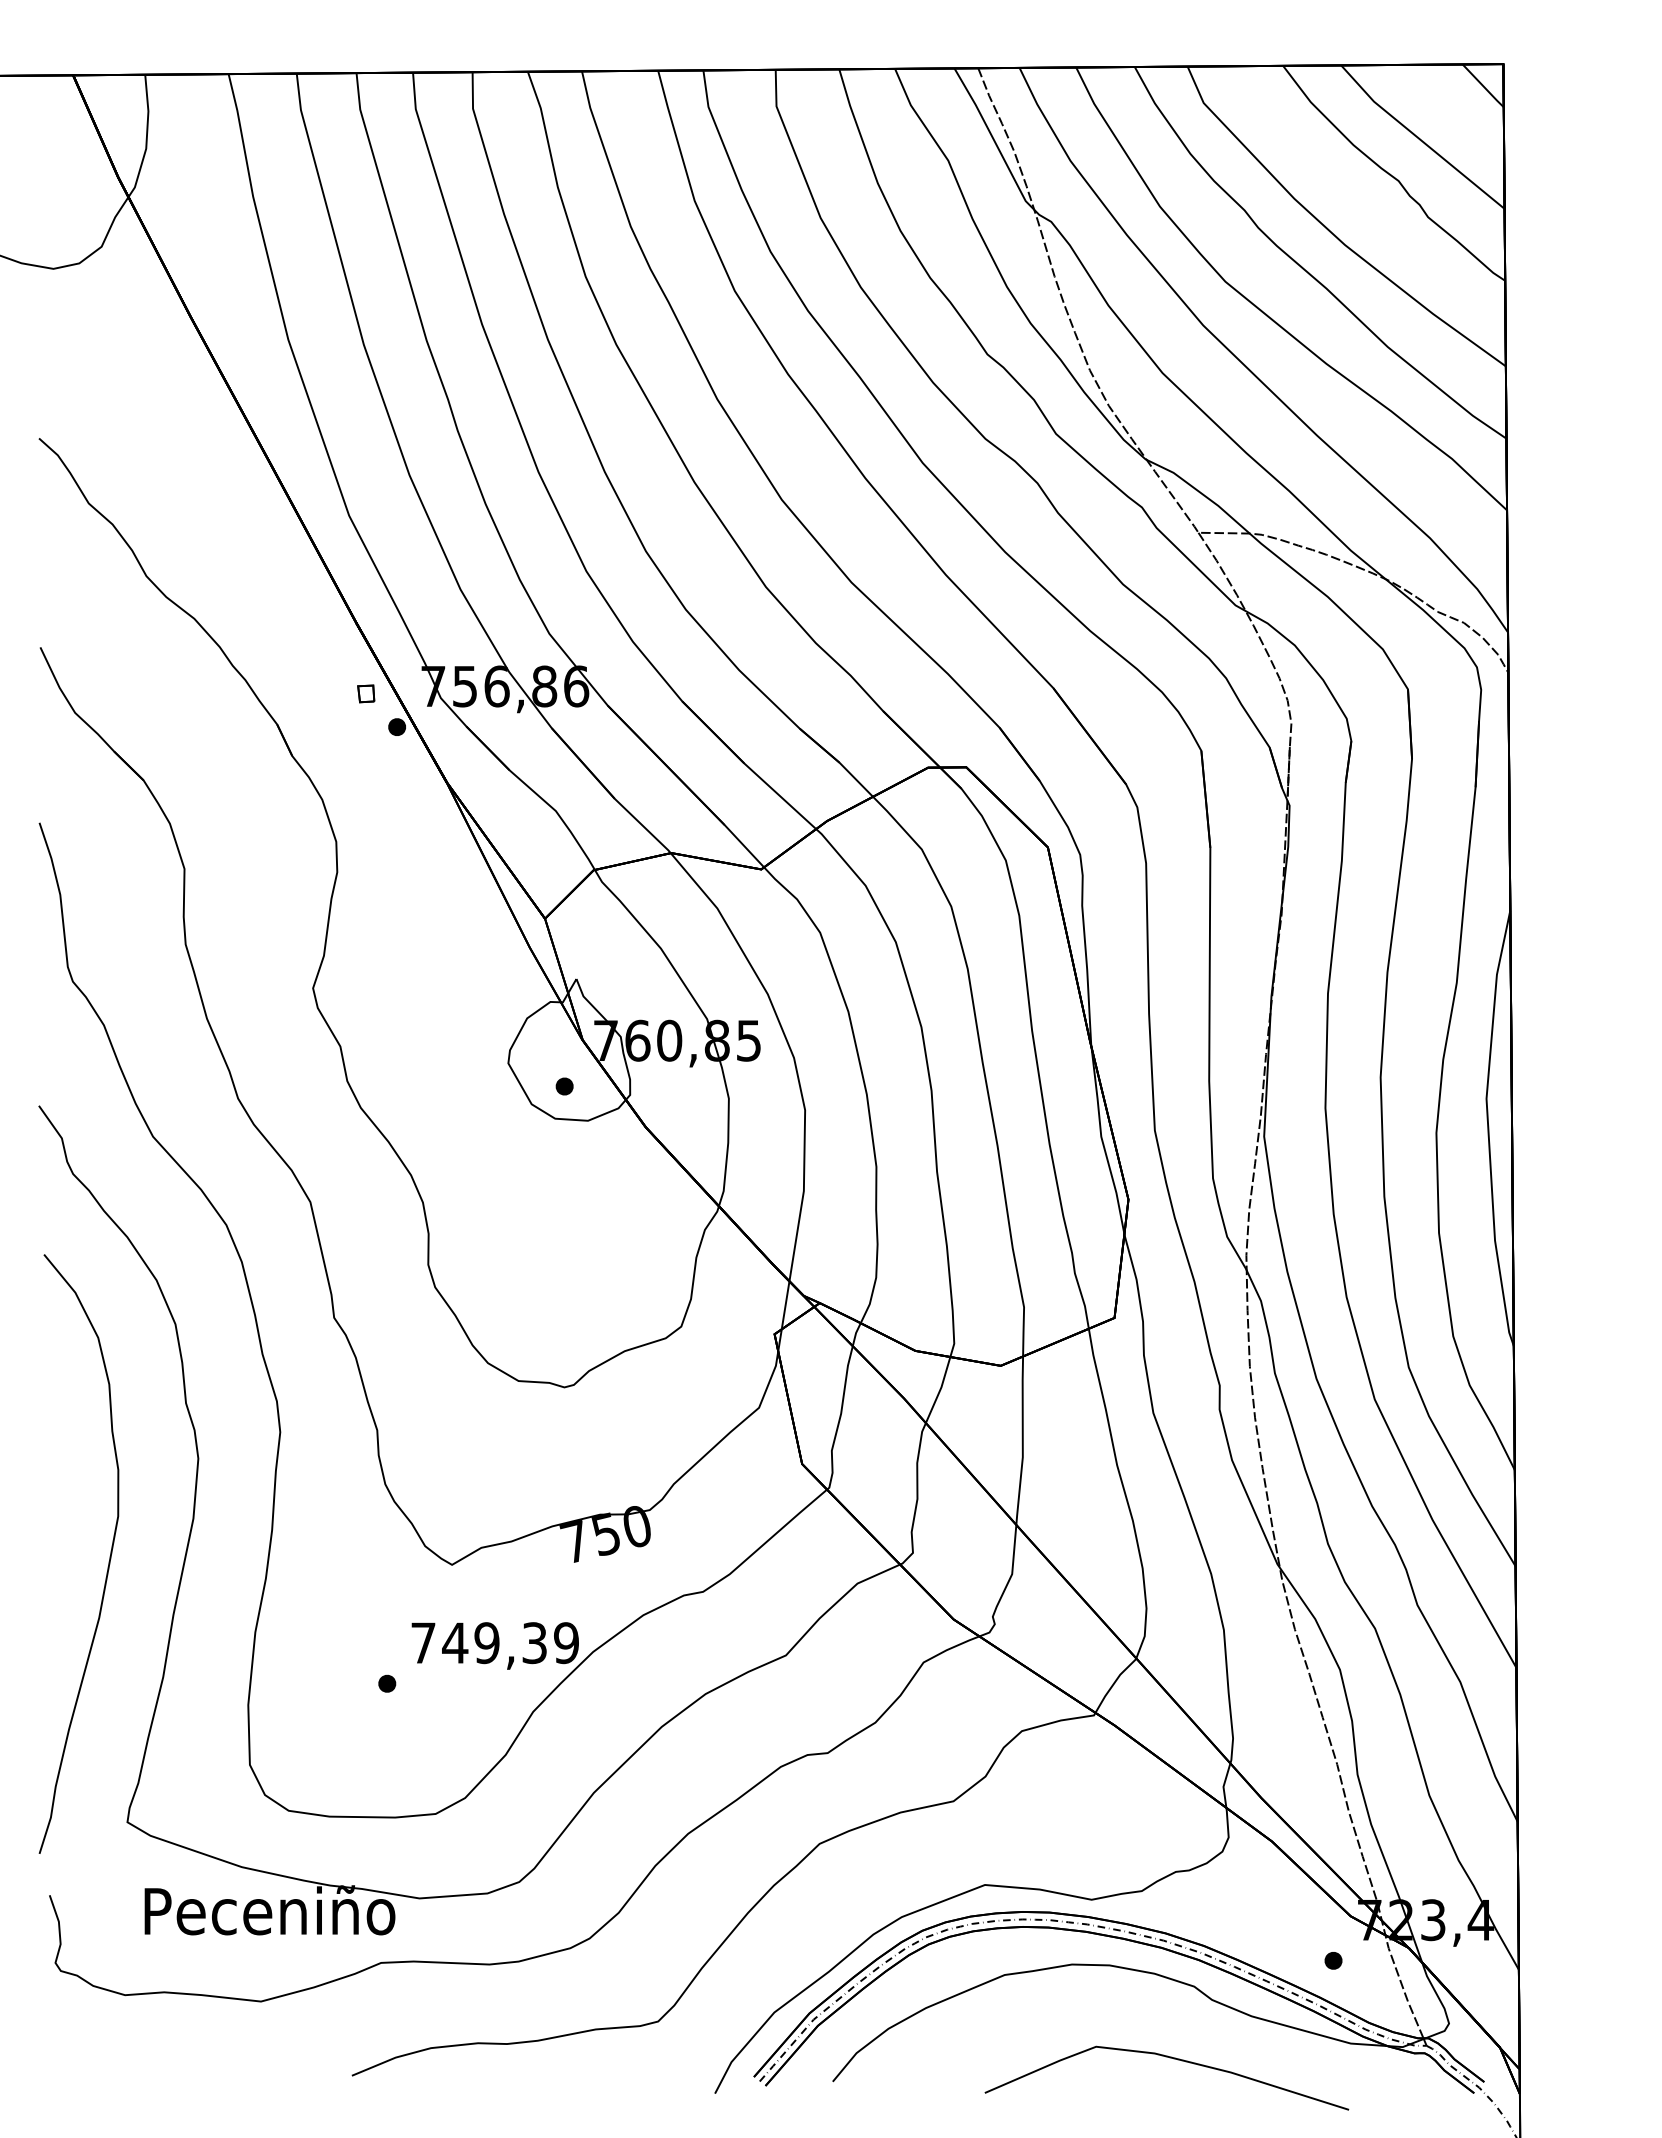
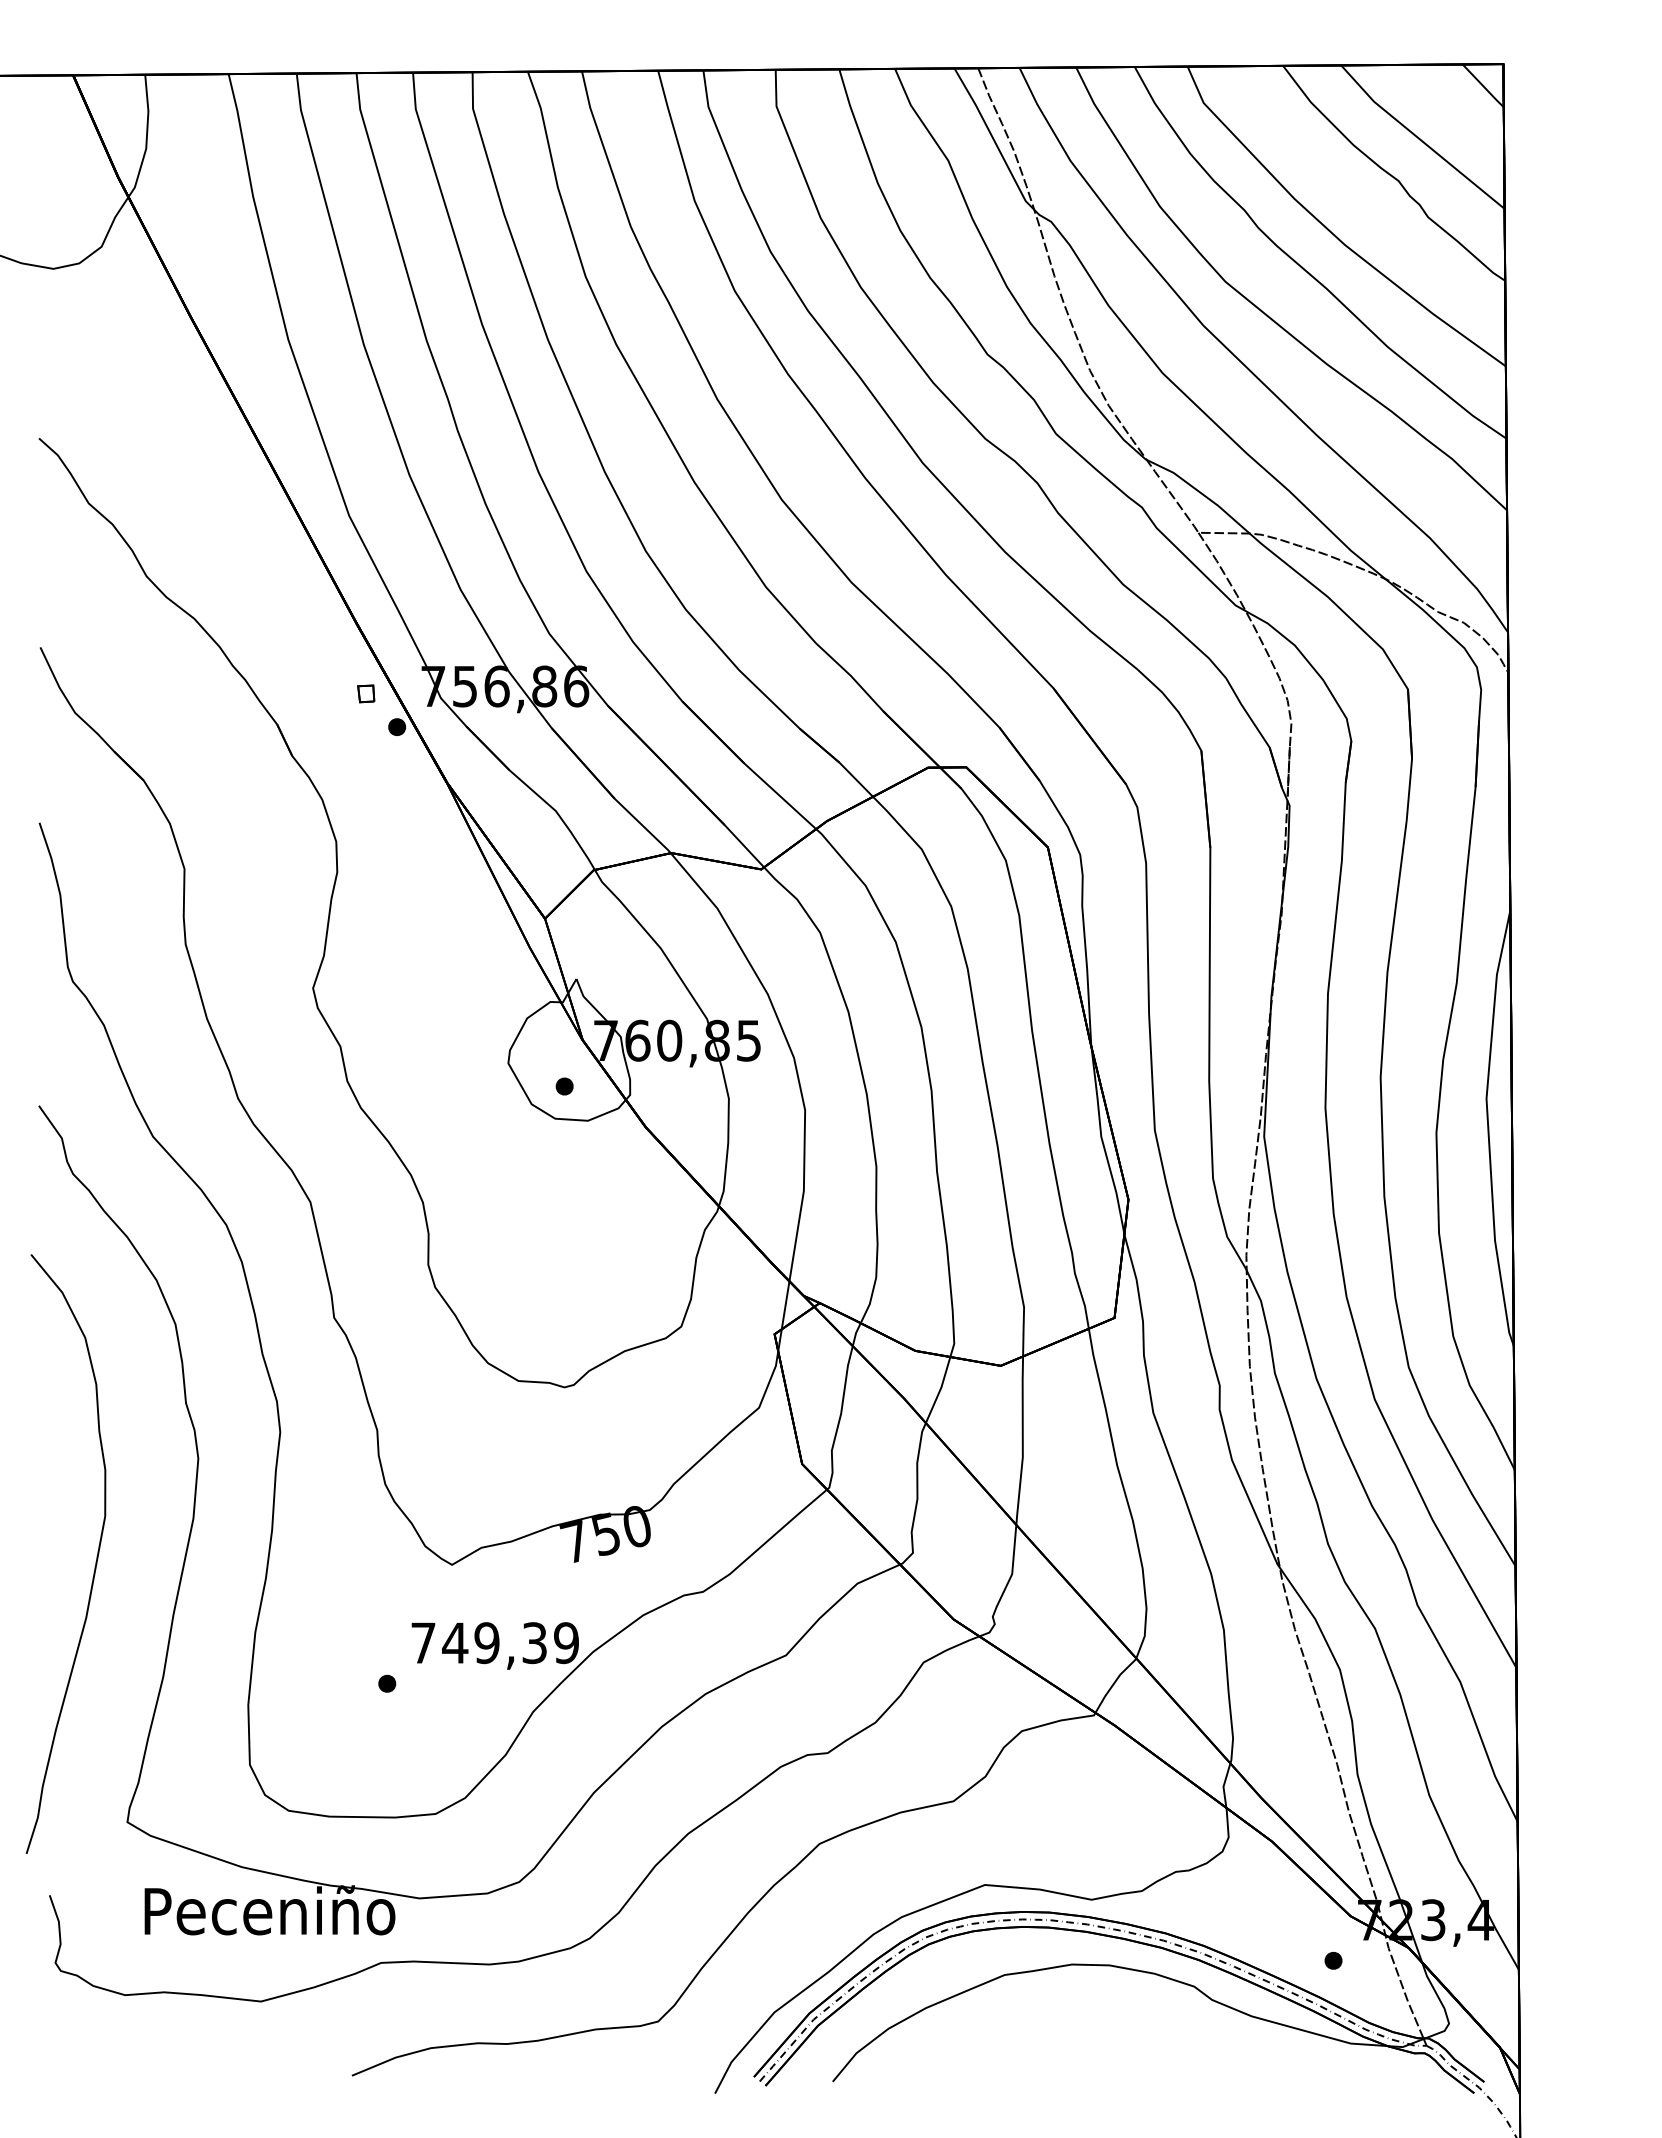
curve at (108, 1561) position: (108, 1561) -> (95, 1561)
curve at (1169, 2058): present -> none
